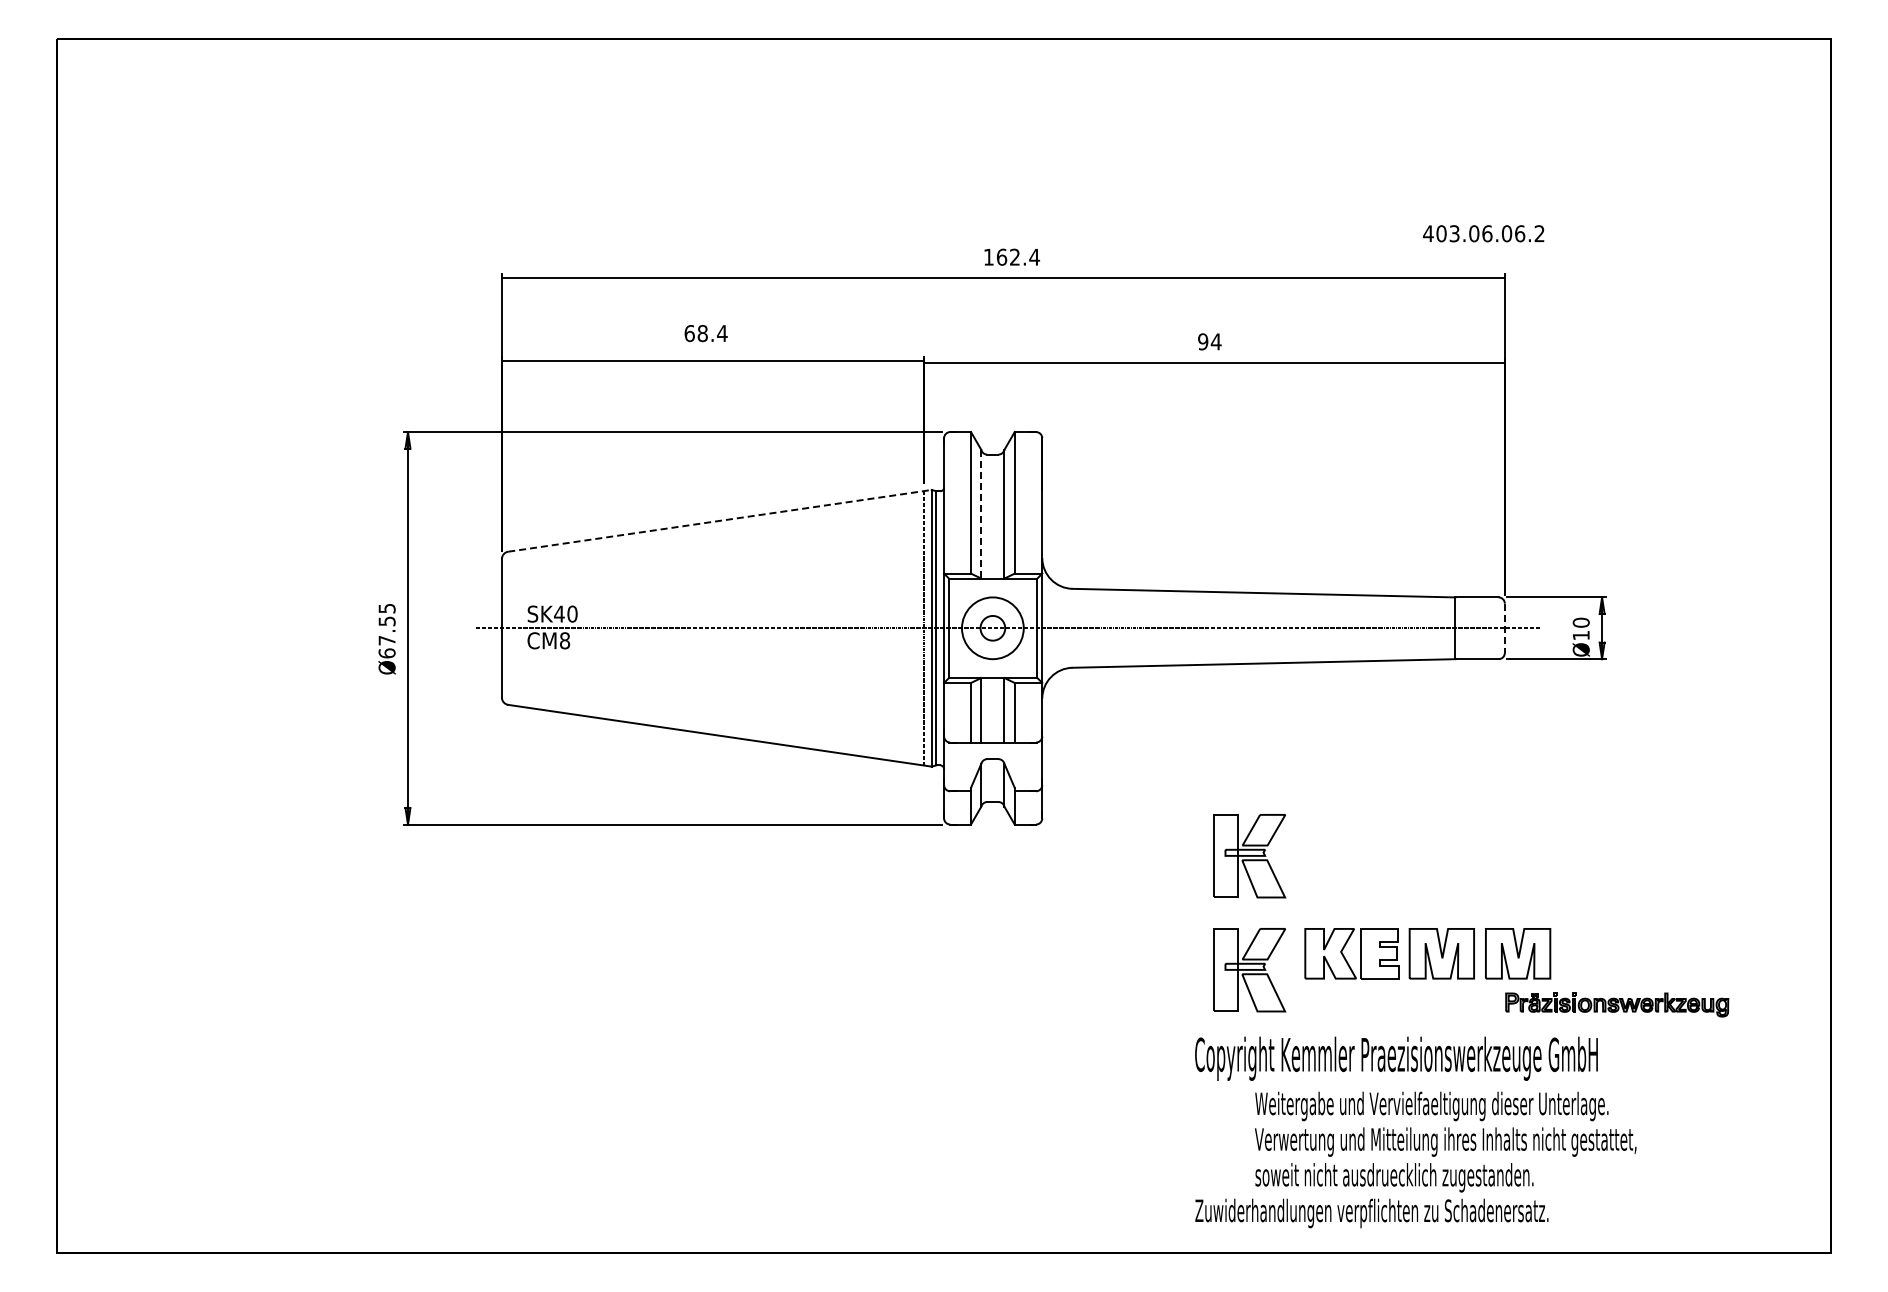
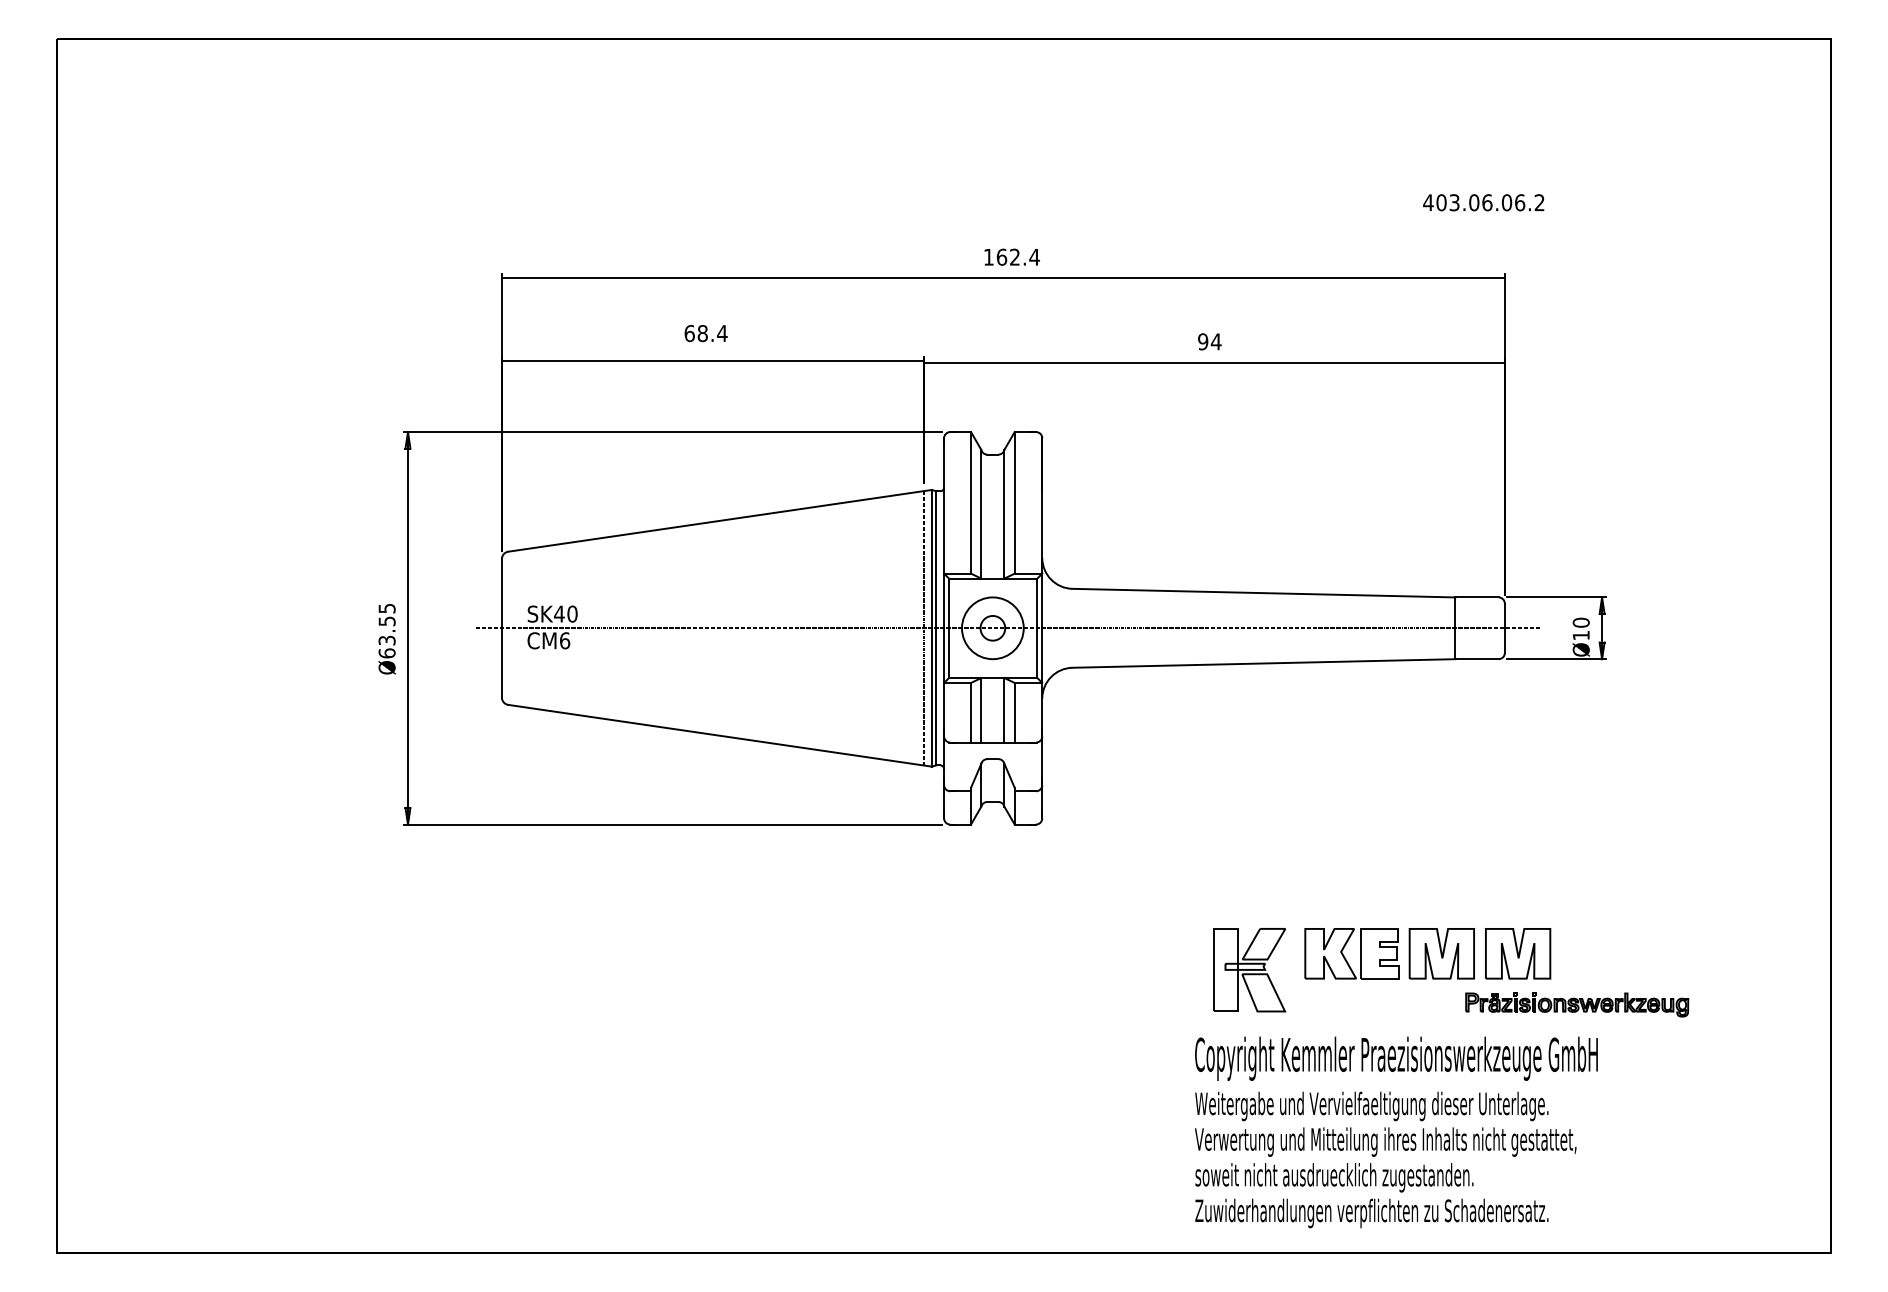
text at (1483, 233) position: (1483, 233) -> (1483, 202)
line at (981, 514): dashed -> solid
line at (719, 520): dashed -> solid
line at (1504, 628): dashed -> solid
text at (386, 640): Ø67.55 -> Ø63.55
text at (565, 640): CM8 -> CM6
part at (1249, 856): present -> none
part at (1617, 1004) position: (1617, 1004) -> (1577, 1004)
text at (1445, 1141) position: (1445, 1141) -> (1385, 1141)
